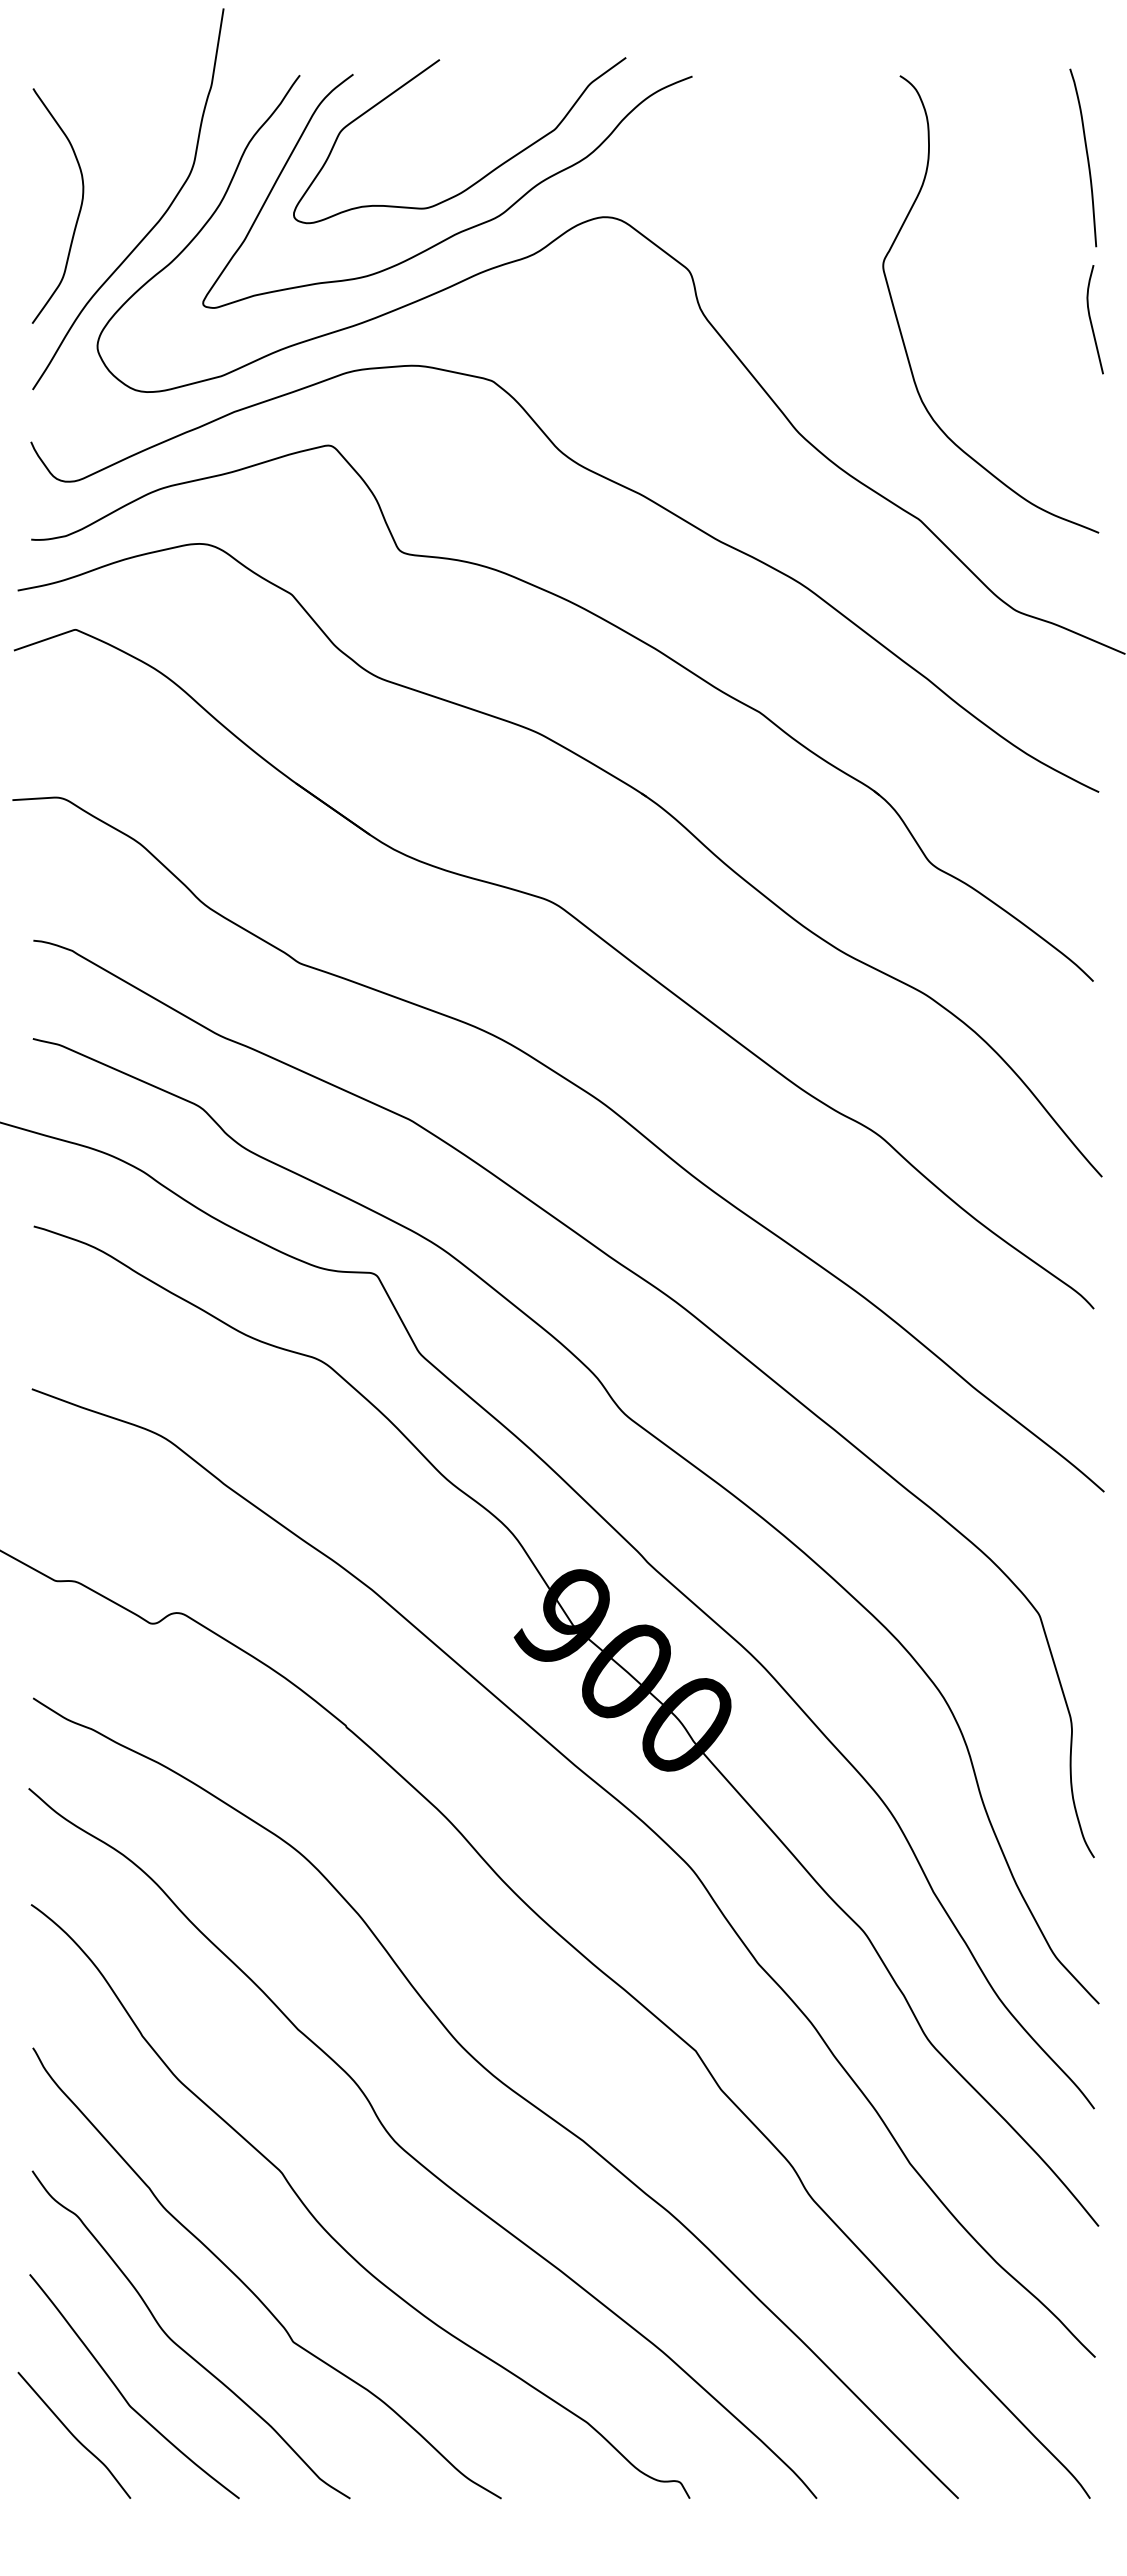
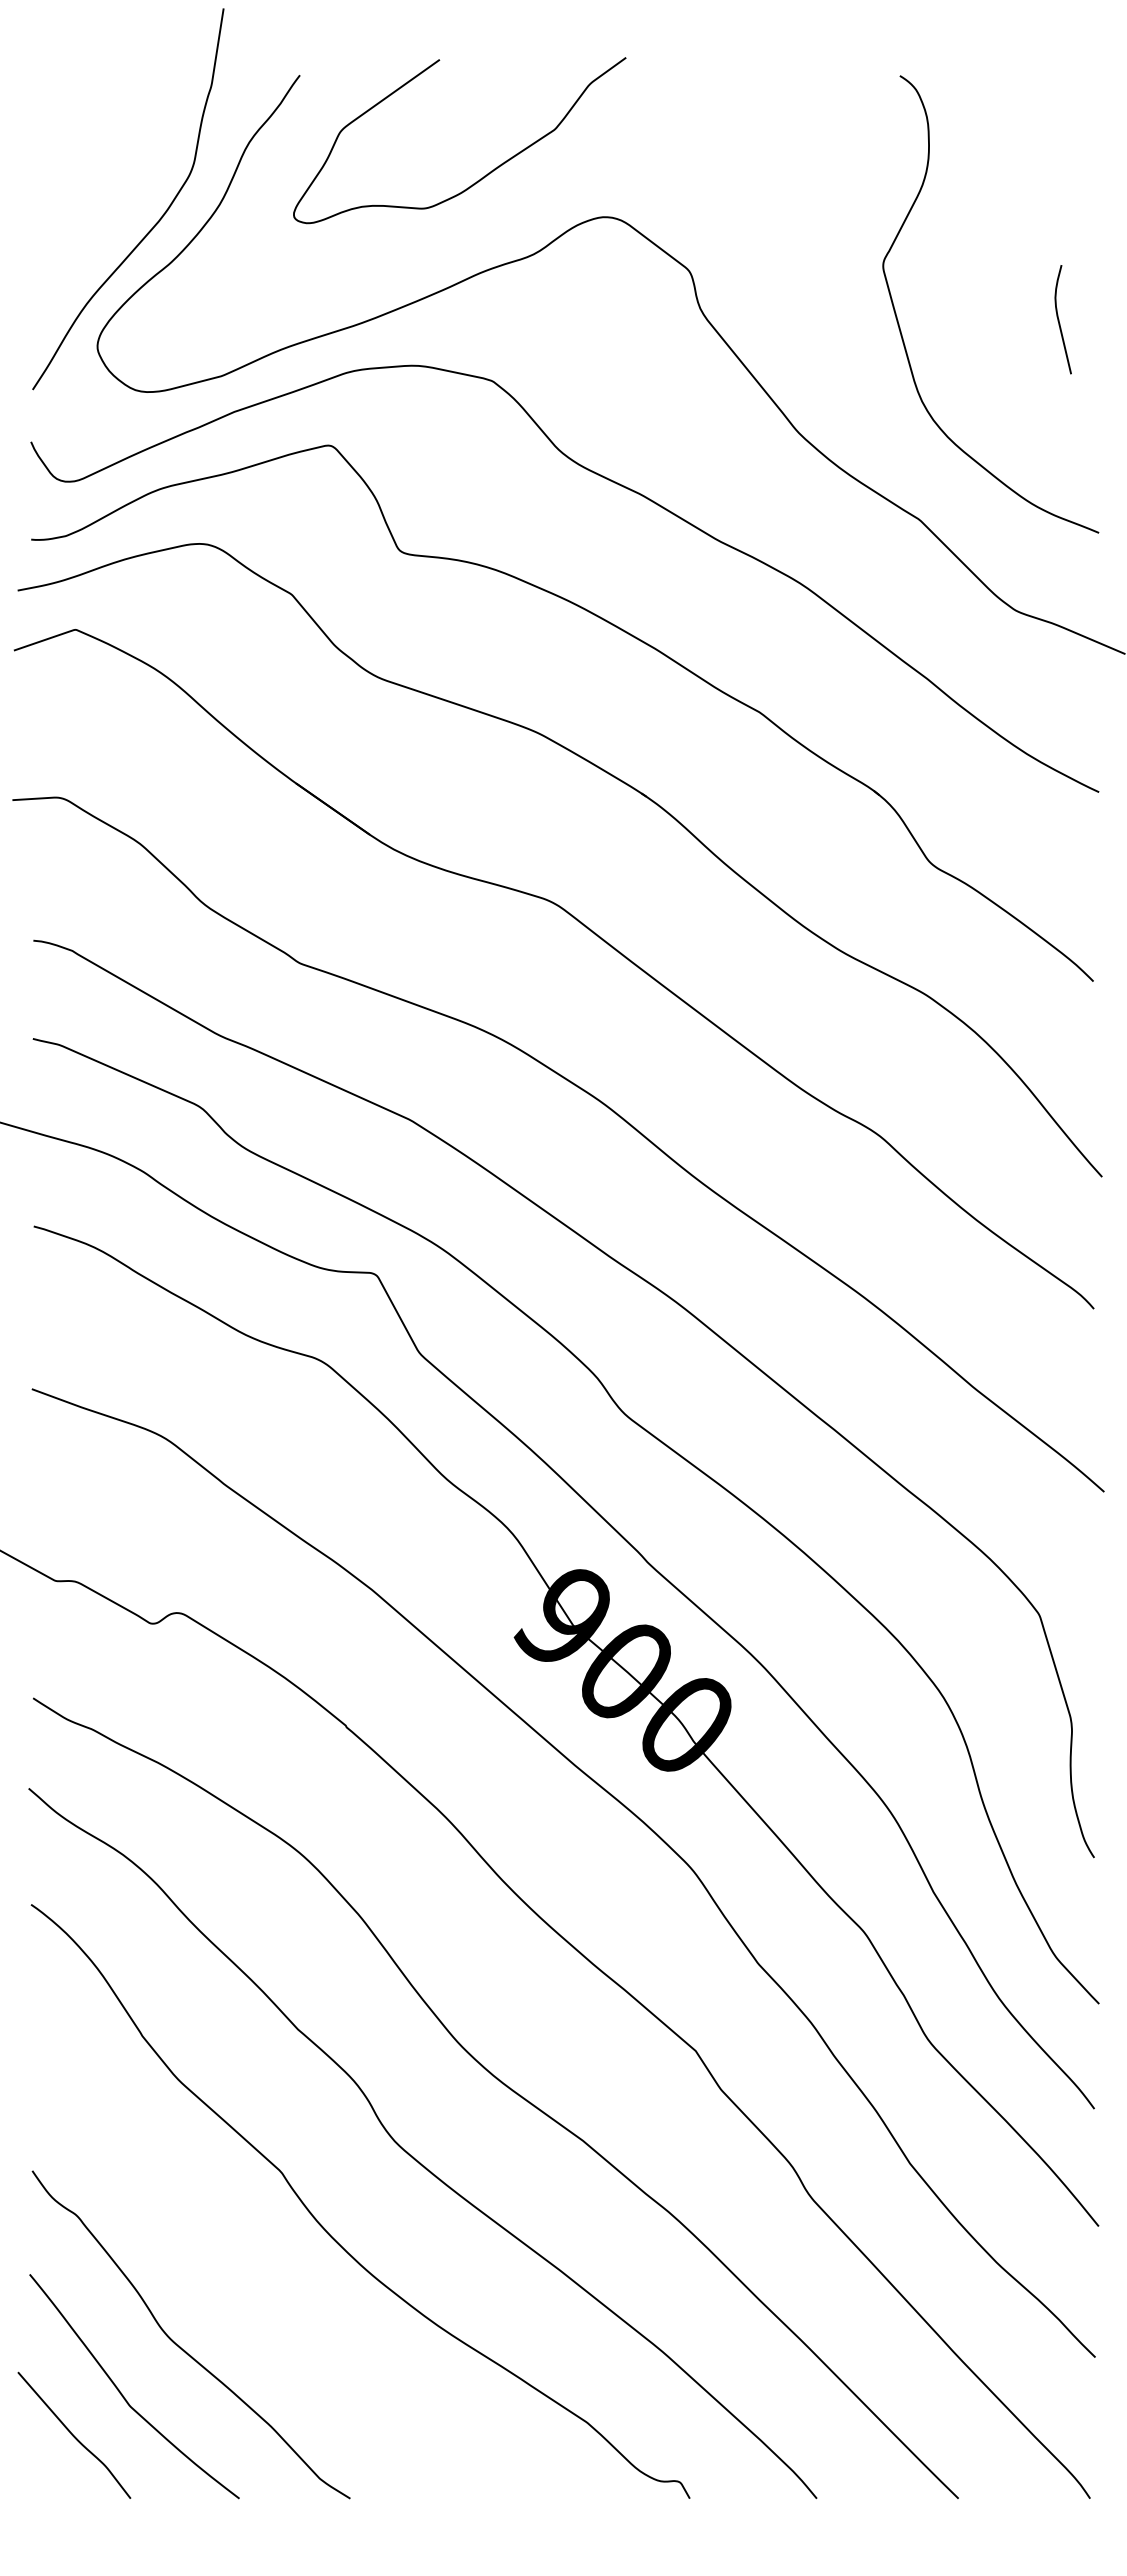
curve at (1086, 157): present -> none
curve at (78, 212): present -> none
curve at (461, 230): present -> none
curve at (1091, 319) position: (1091, 319) -> (1059, 319)
curve at (250, 2288): present -> none
